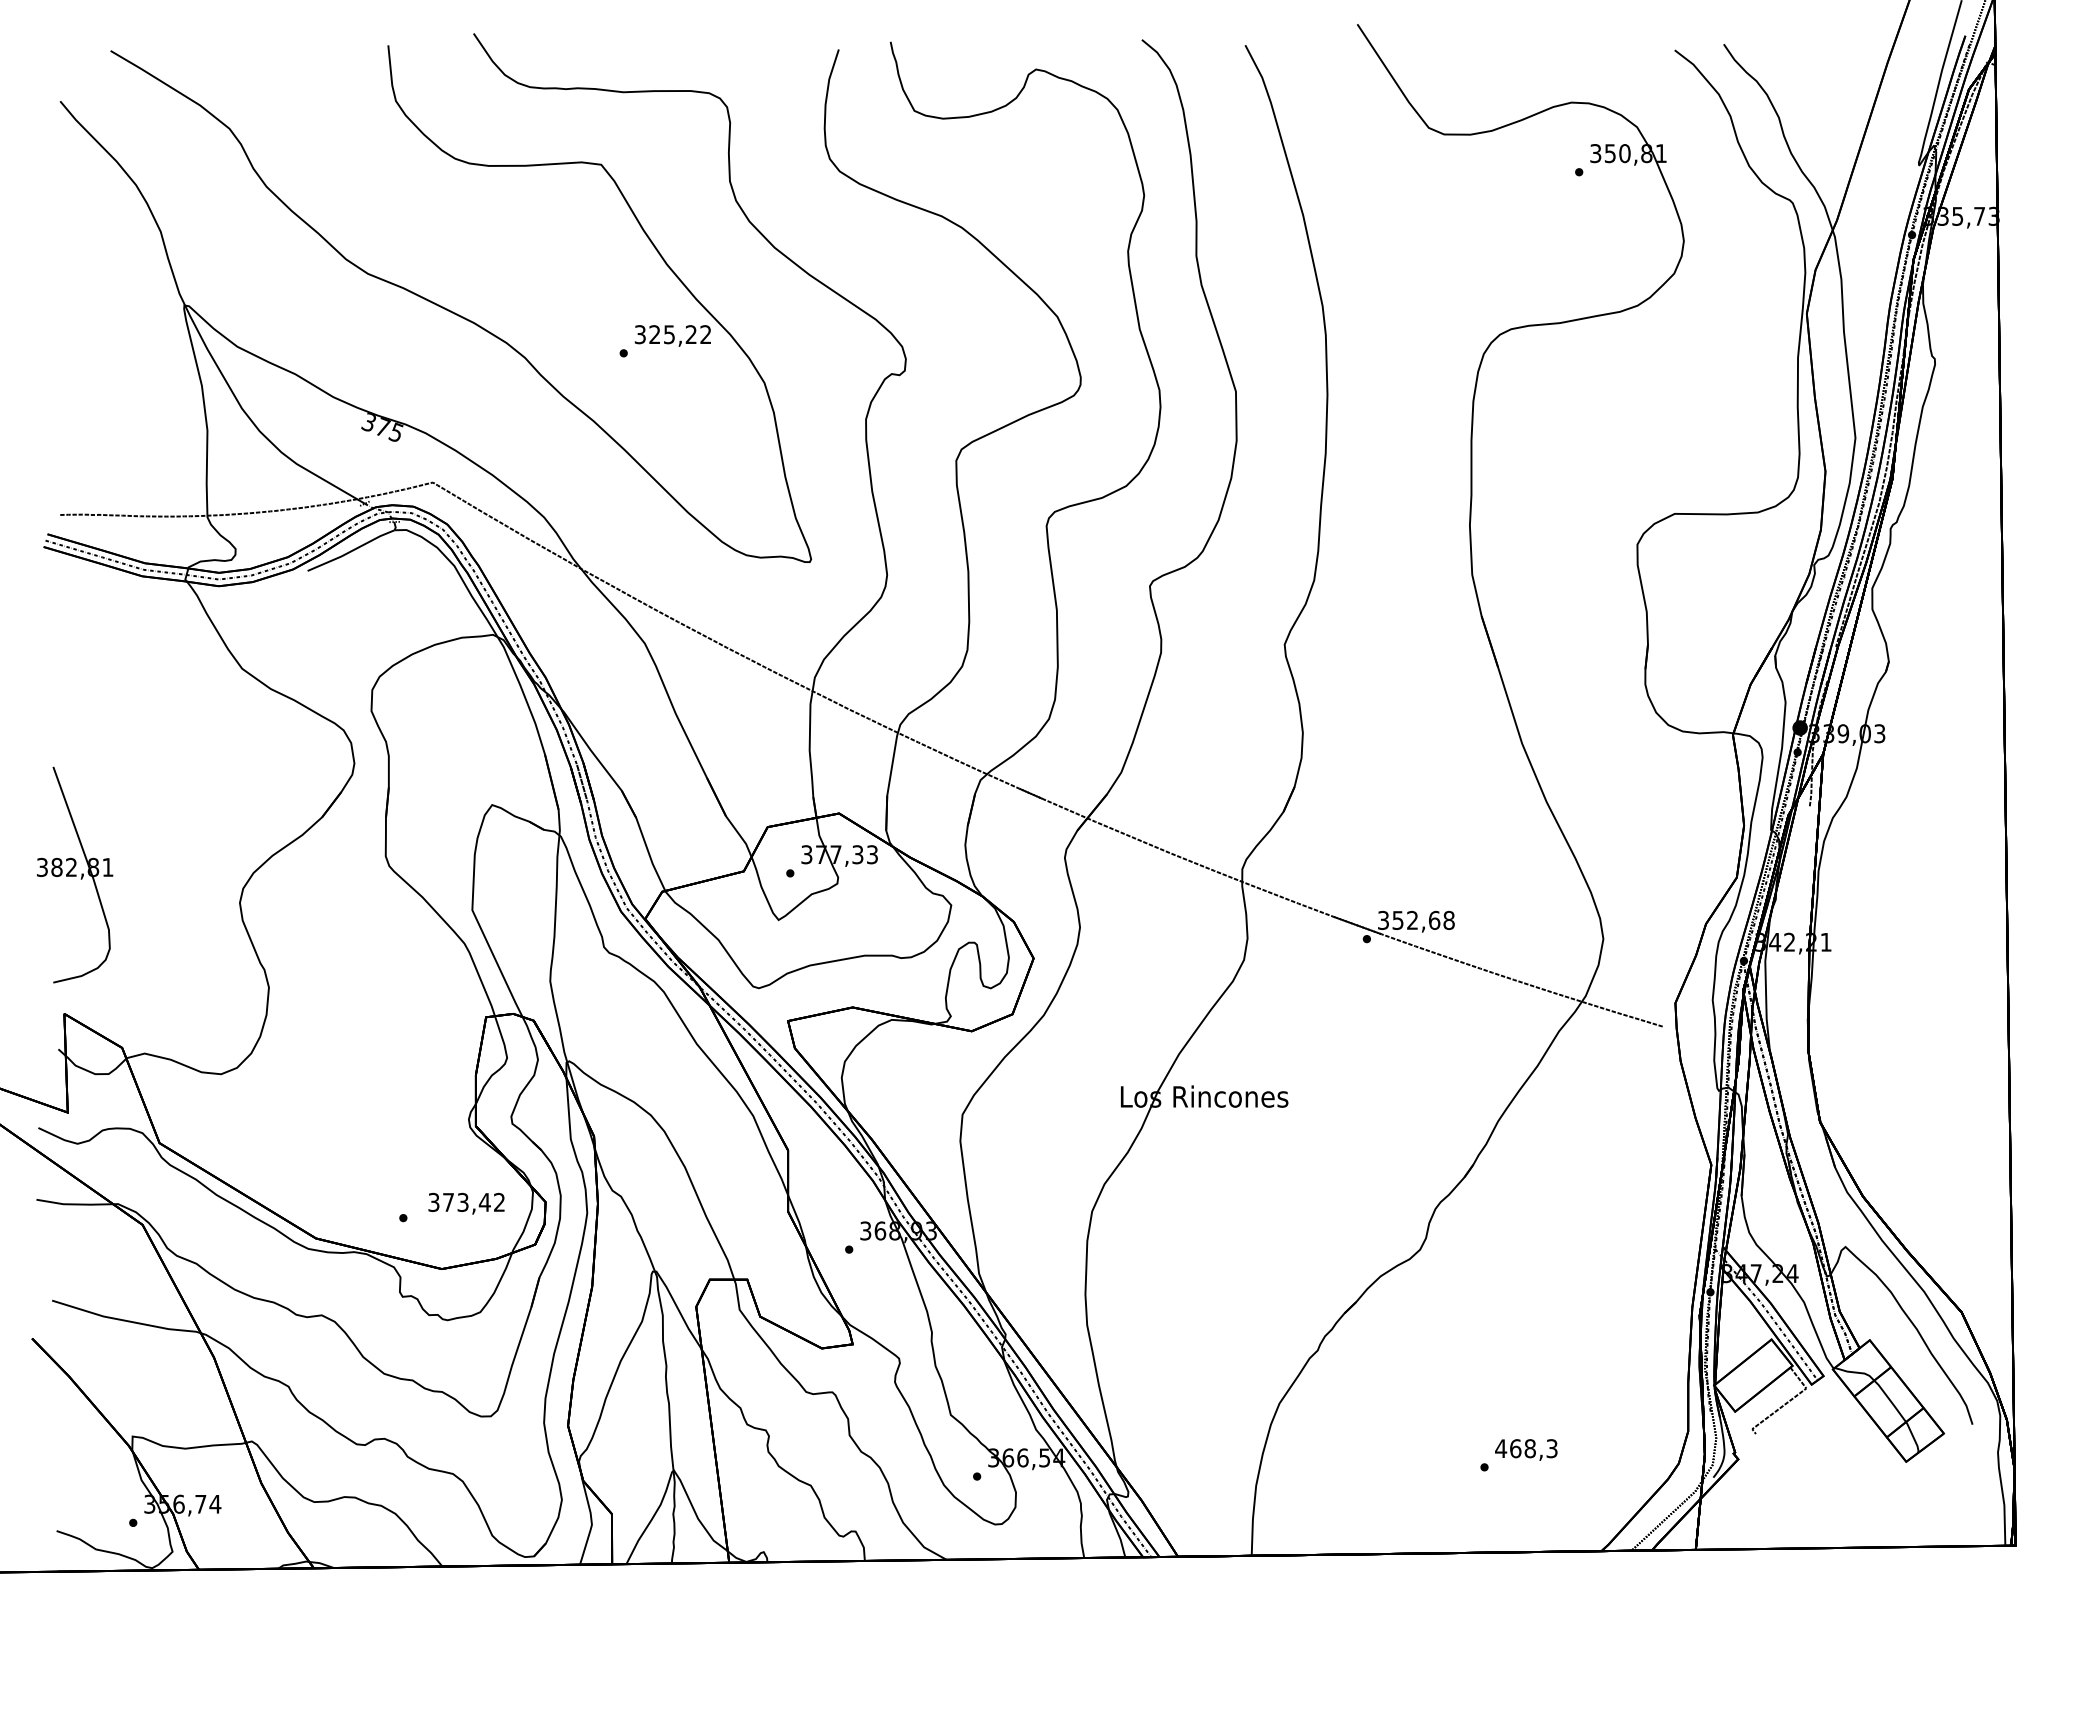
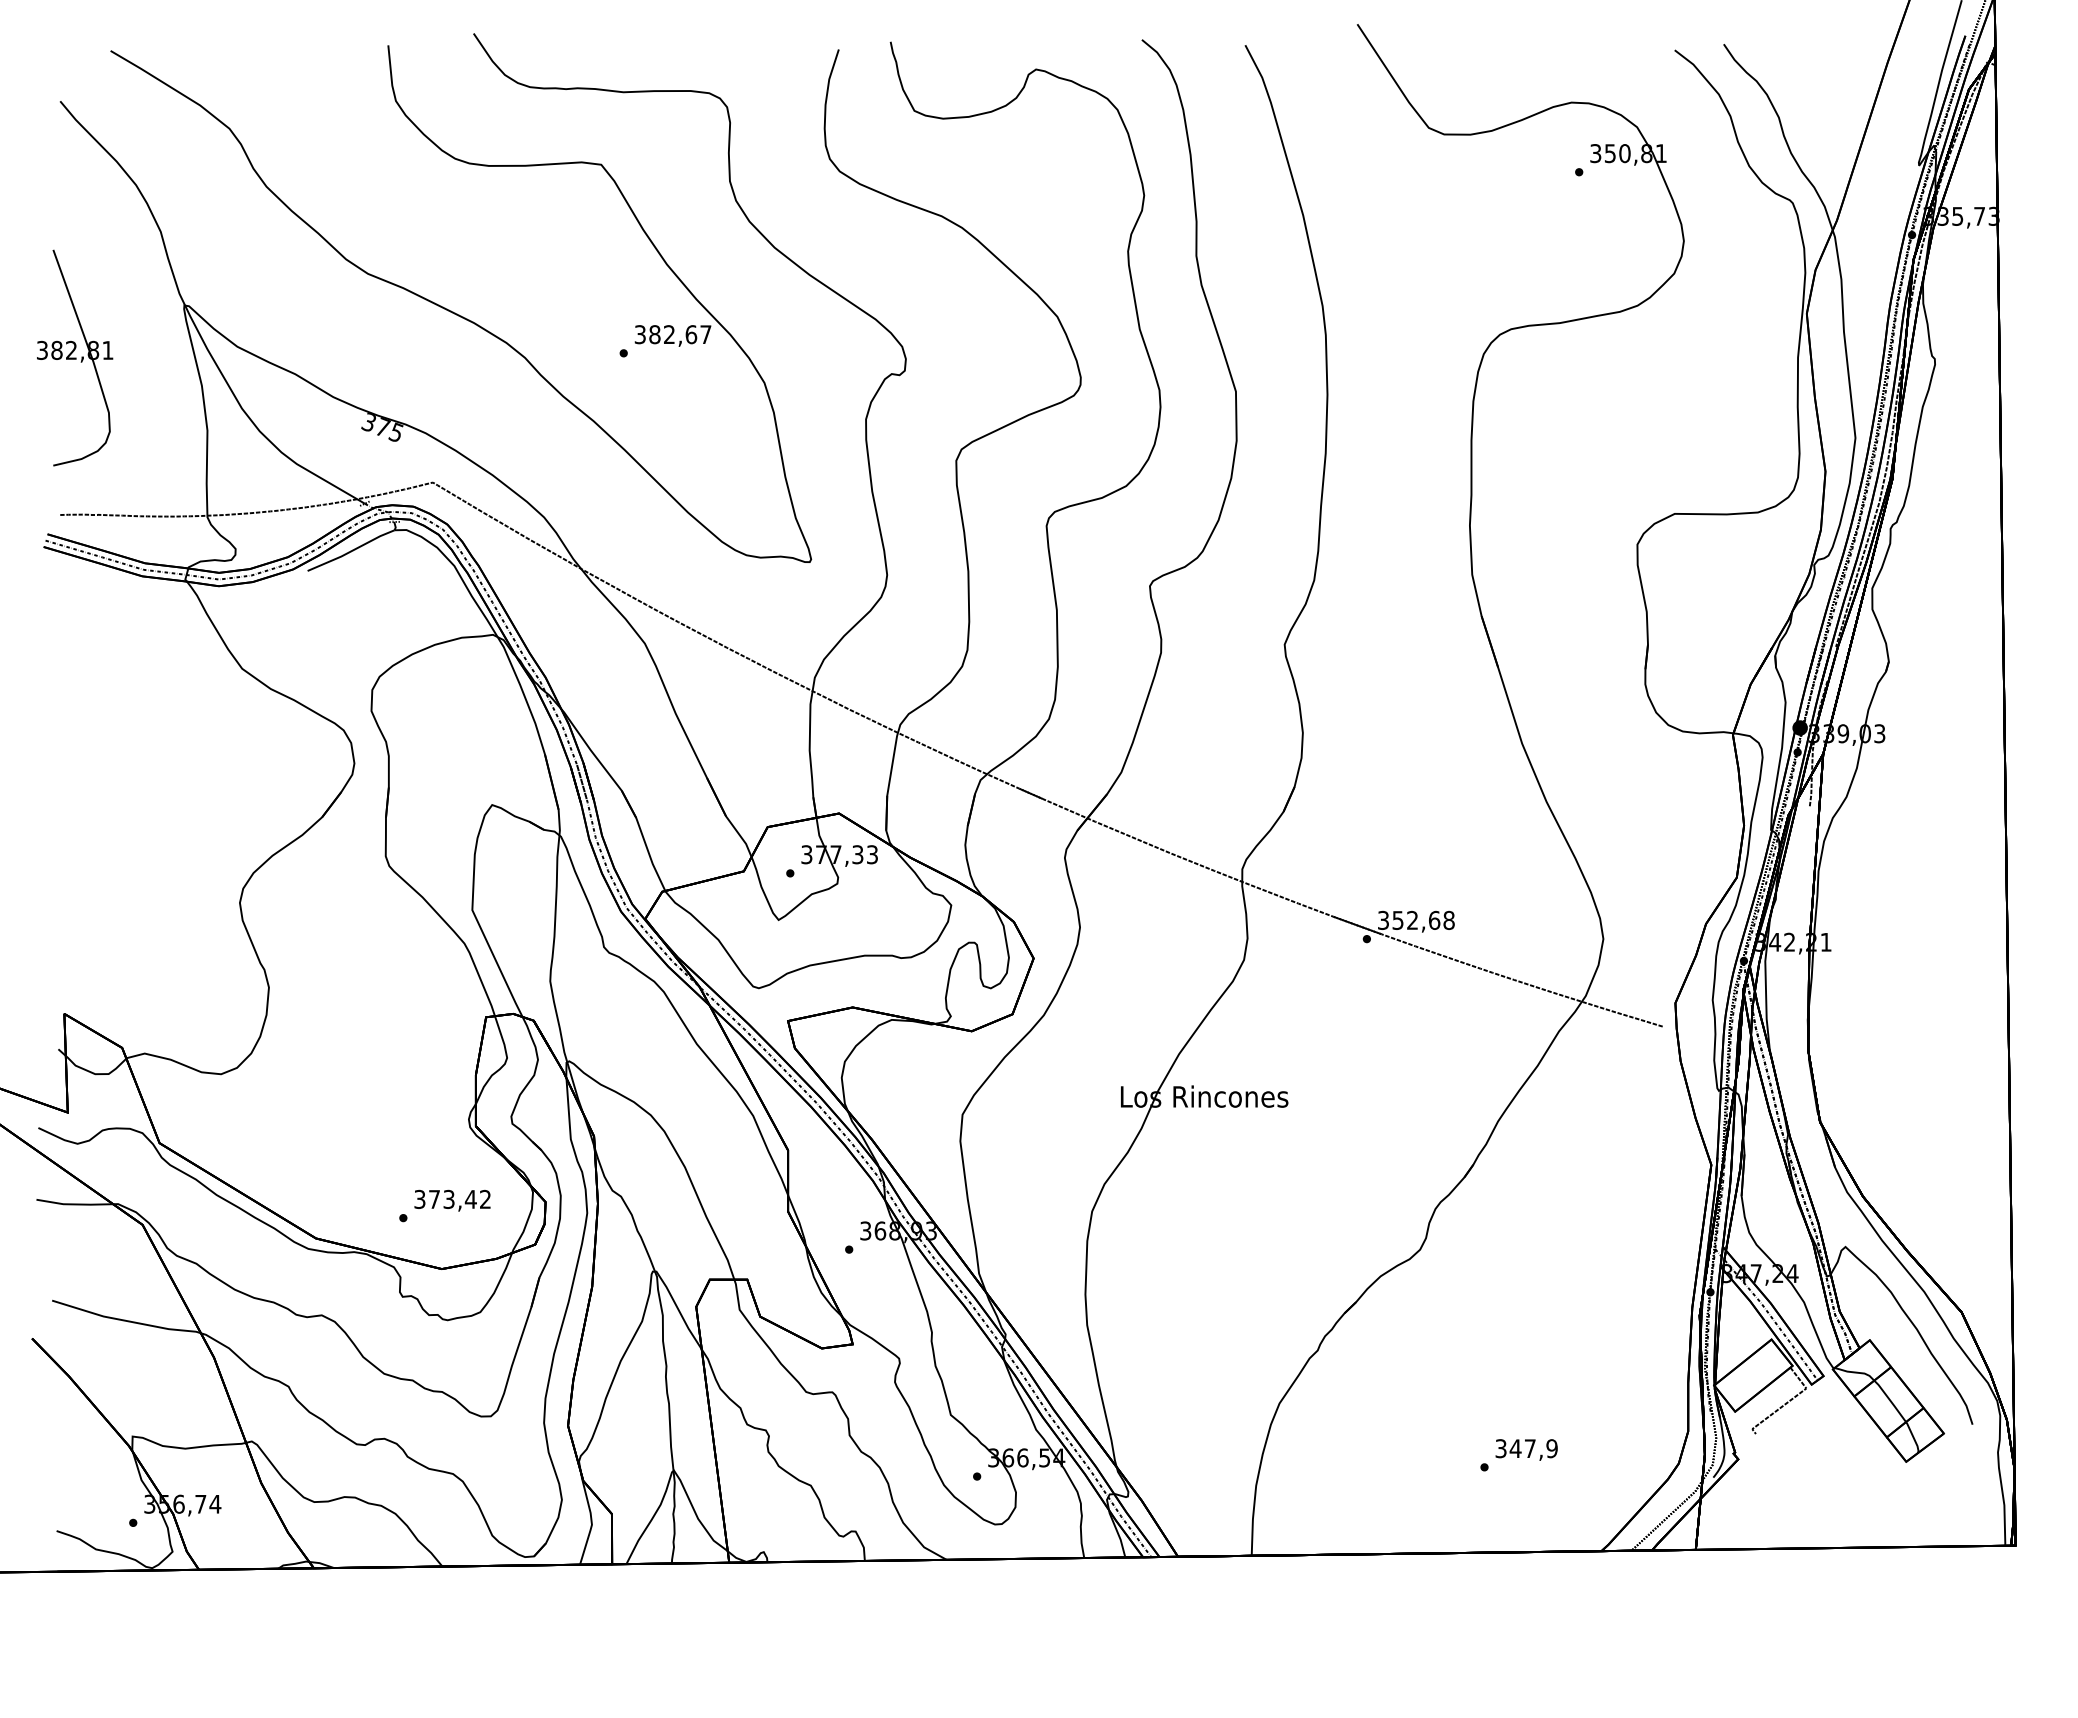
text at (680, 334): 325,22 -> 382,67
part at (75, 874) position: (75, 874) -> (75, 357)
text at (466, 1203) position: (466, 1203) -> (452, 1200)
text at (1526, 1448): 468,3 -> 347,9
